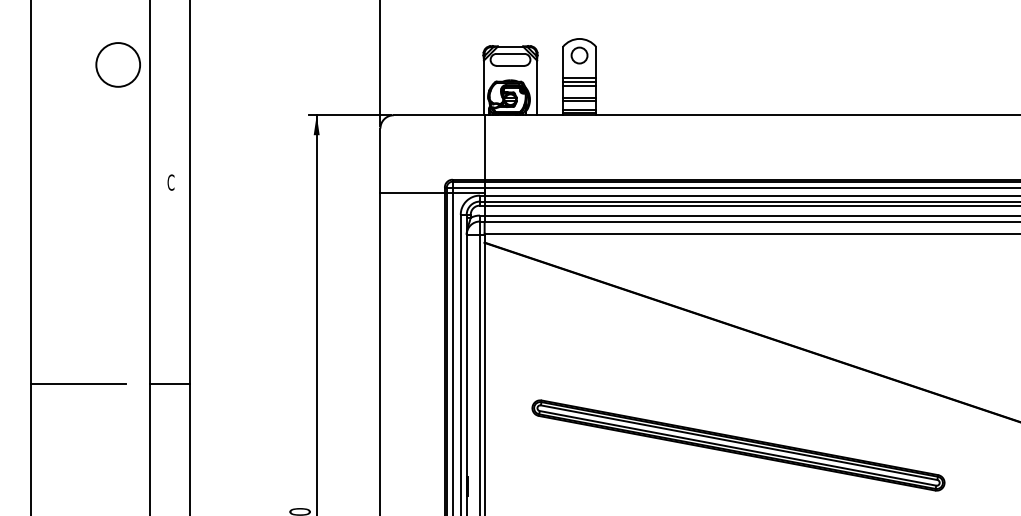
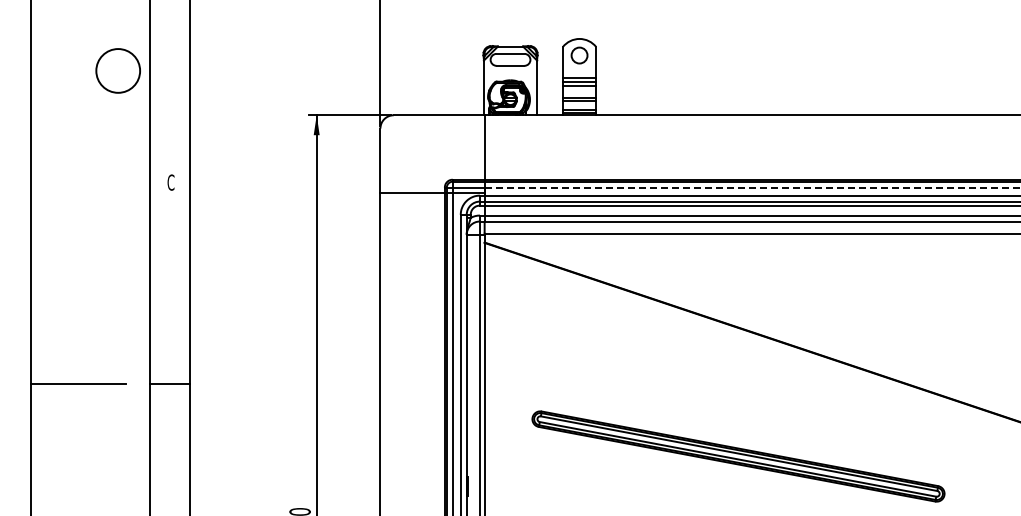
circle at (117, 64) position: (117, 64) -> (117, 70)
line at (752, 187): solid -> dashed
part at (738, 445) position: (738, 445) -> (738, 456)
